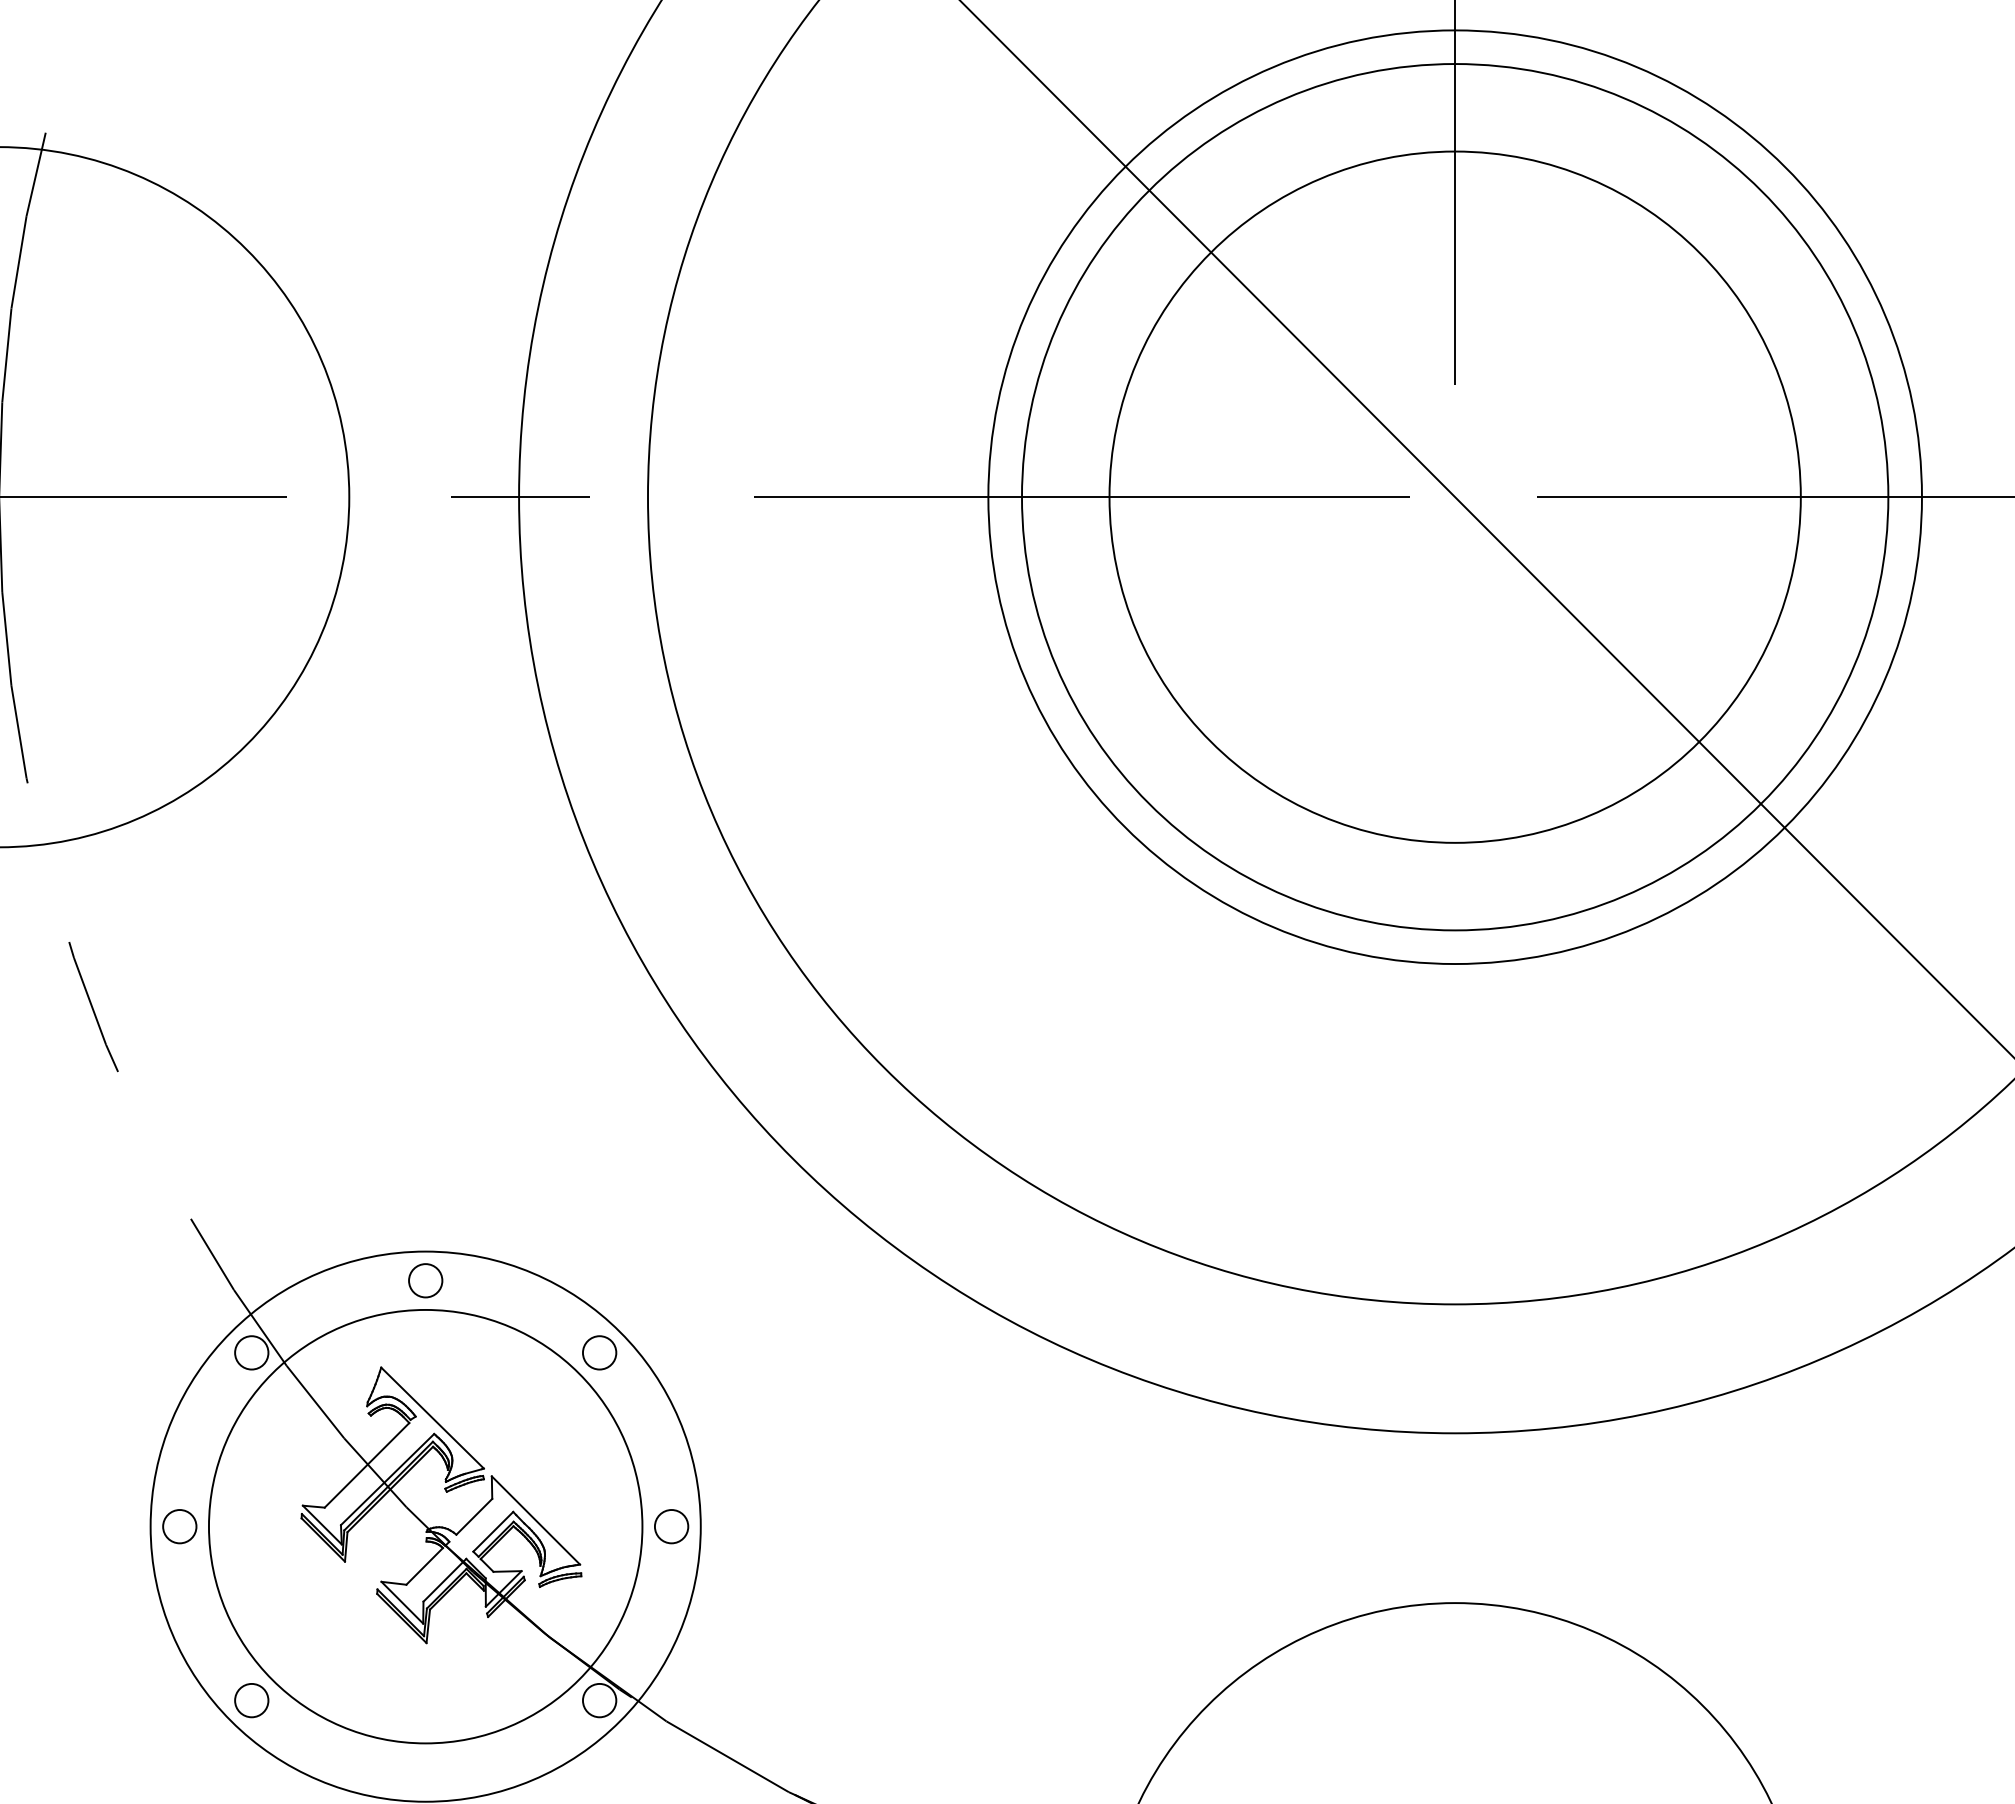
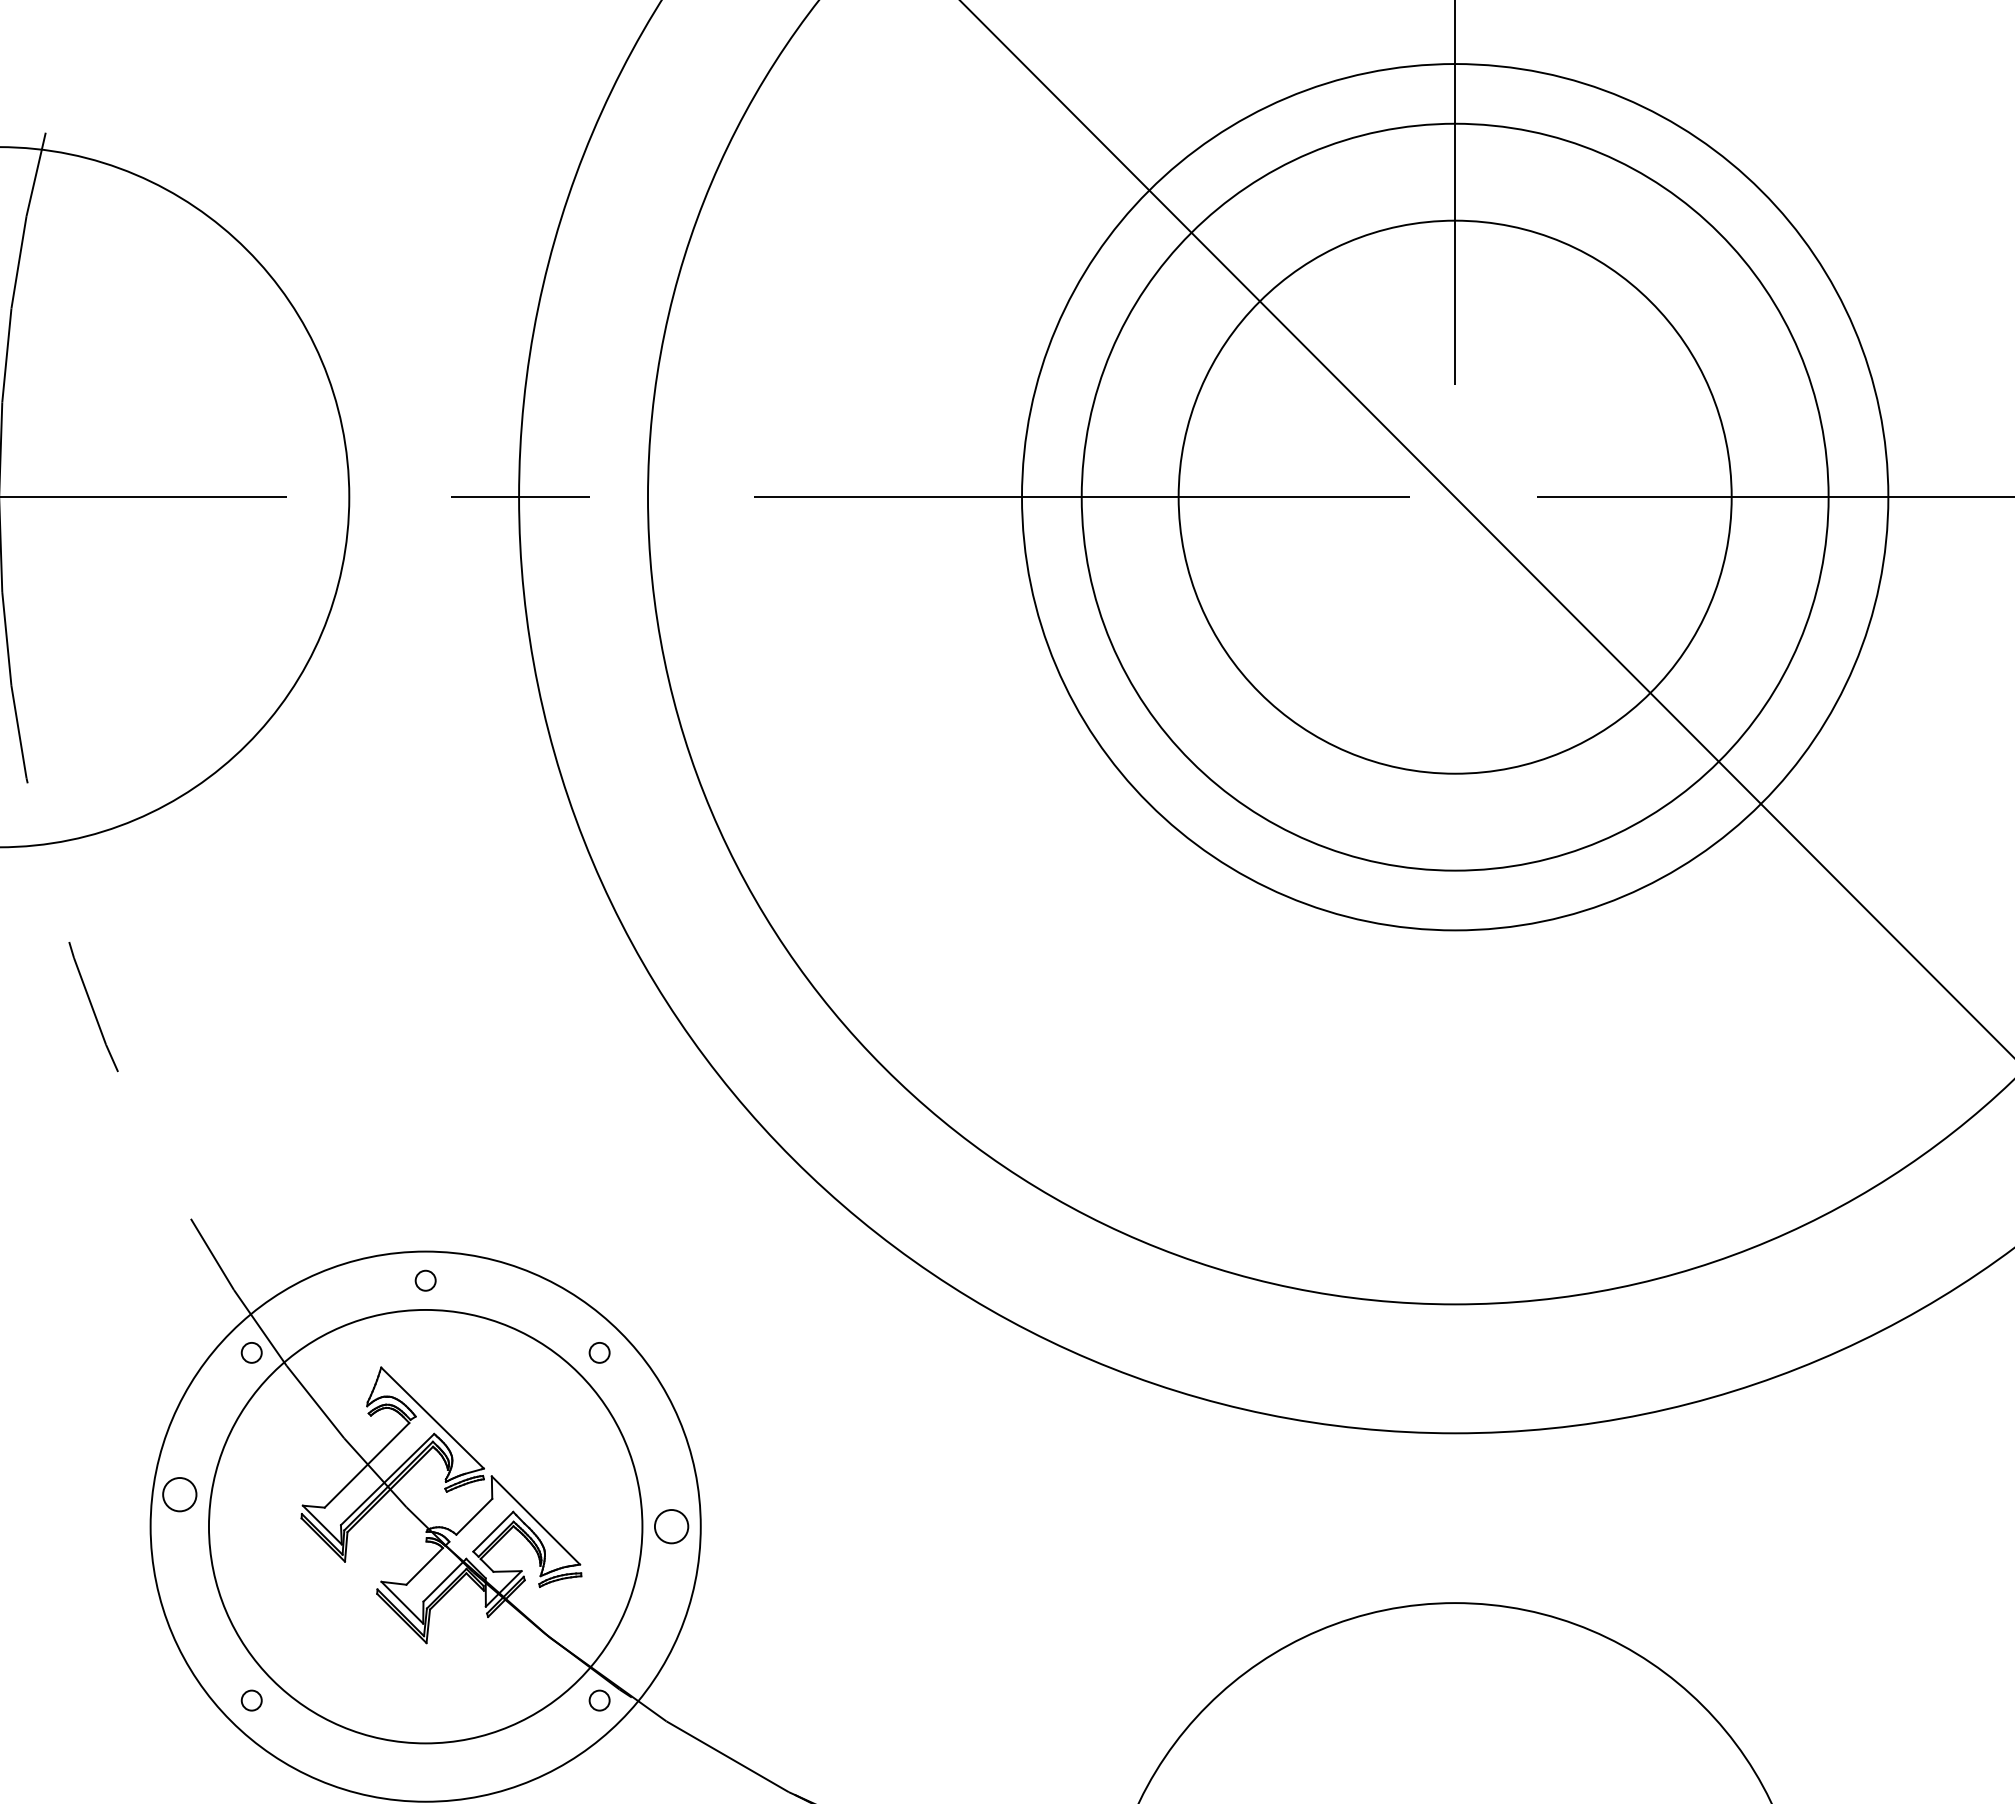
circle at (1454, 496) diameter: 691 px -> 553 px
circle at (1454, 497) diameter: 934 px -> 747 px
circle at (425, 1280) diameter: 33 px -> 20 px
circle at (251, 1352) diameter: 33 px -> 20 px
circle at (599, 1352) diameter: 33 px -> 20 px
circle at (179, 1526) position: (179, 1526) -> (179, 1494)
circle at (251, 1700) diameter: 33 px -> 20 px
circle at (599, 1700) diameter: 33 px -> 20 px
